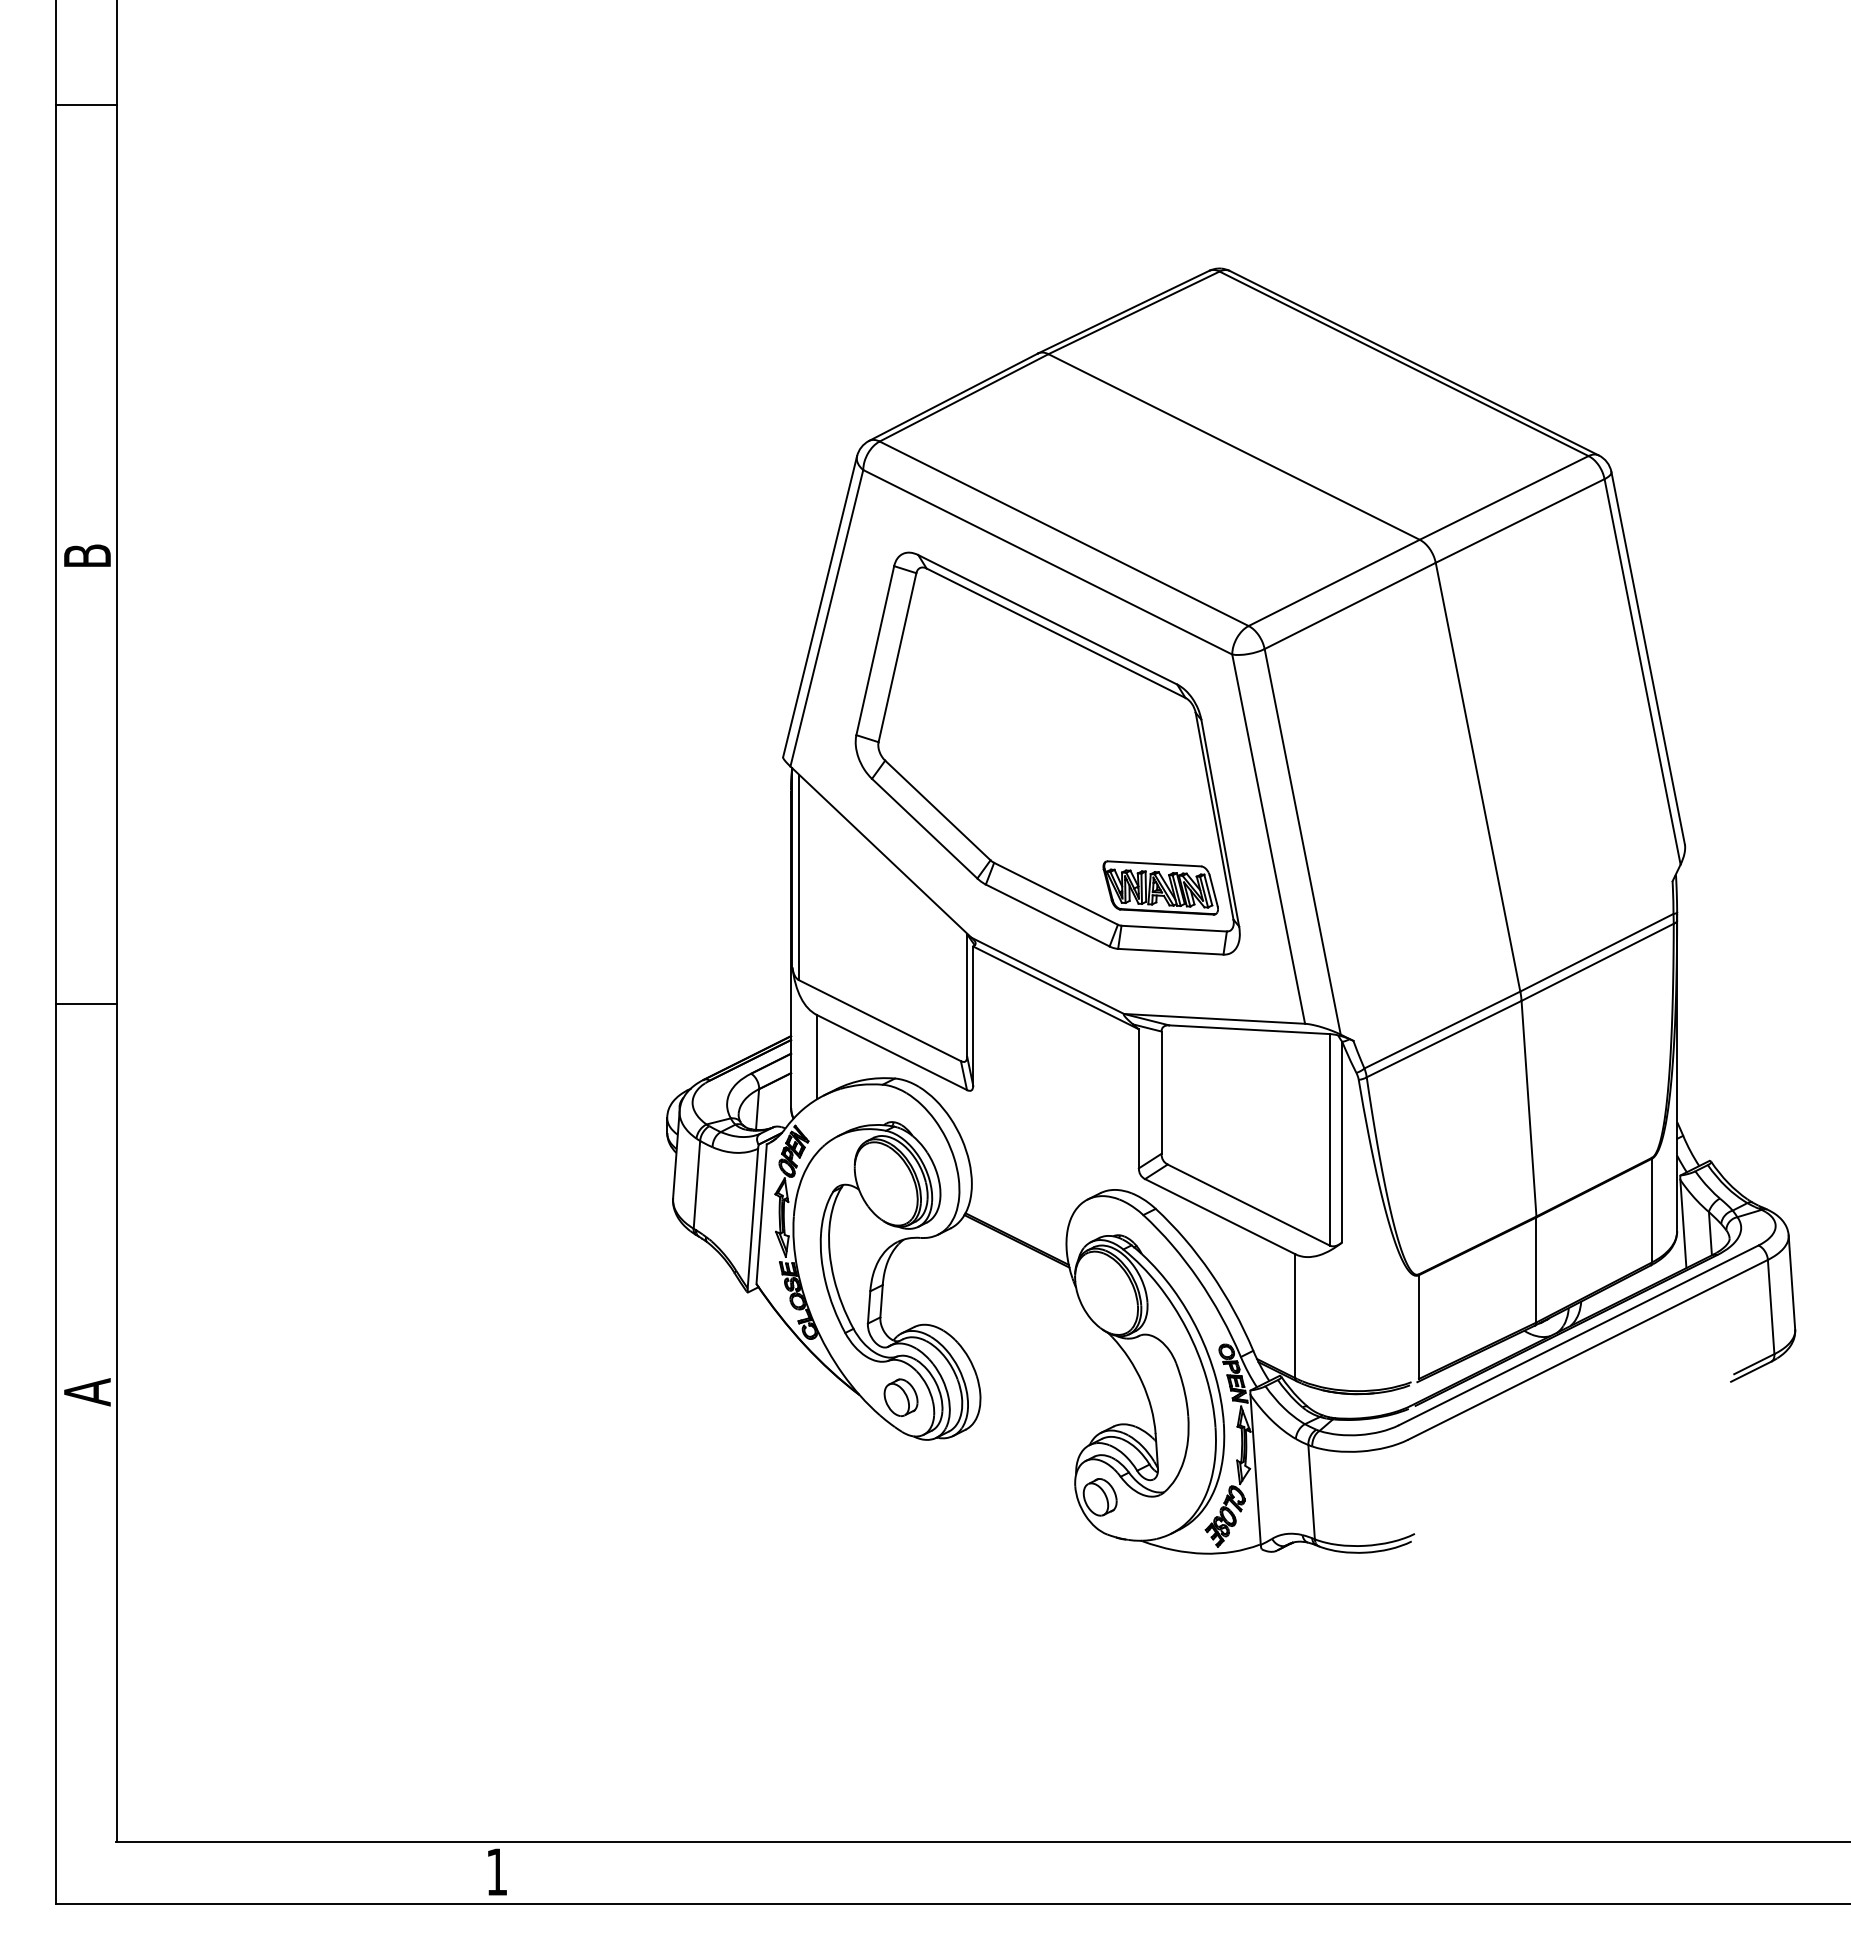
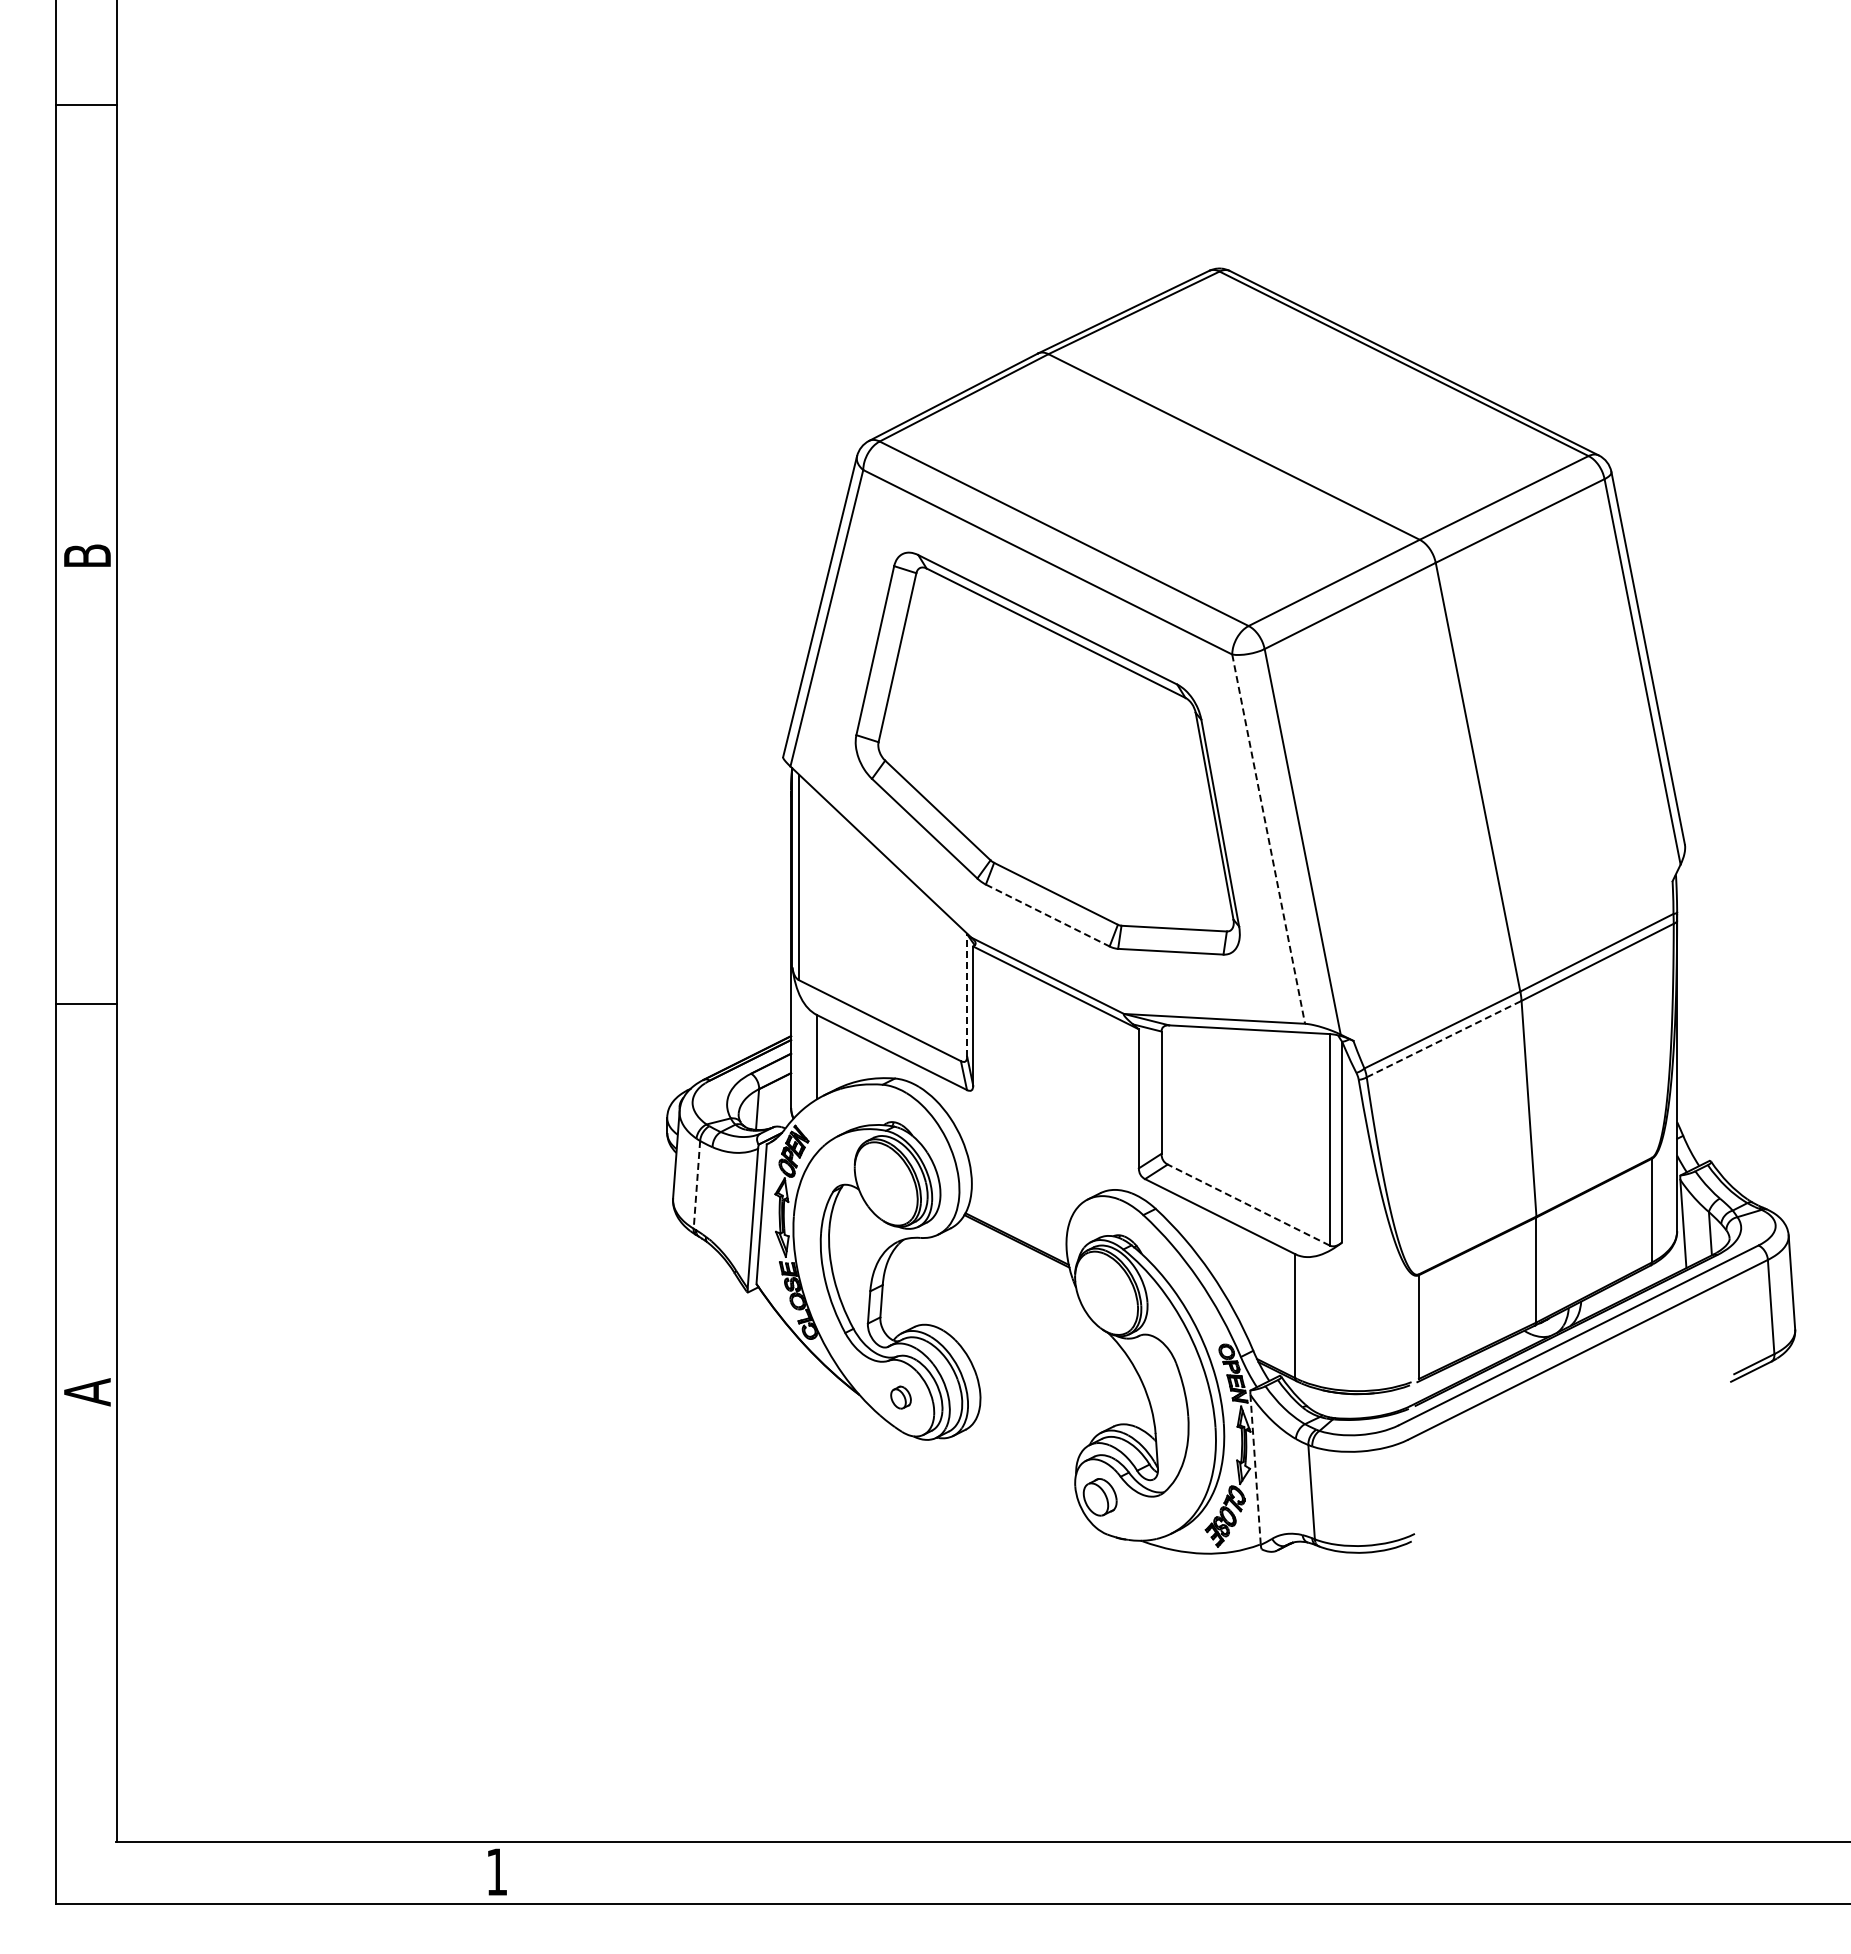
line at (1268, 839): solid -> dashed
part at (1160, 887): present -> none
line at (1048, 915): solid -> dashed
line at (967, 995): solid -> dashed
line at (1444, 1038): solid -> dashed
line at (696, 1184): solid -> dashed
line at (1248, 1205): solid -> dashed
part at (900, 1397) size: 36x39 px -> 22x25 px
line at (1255, 1470): solid -> dashed
